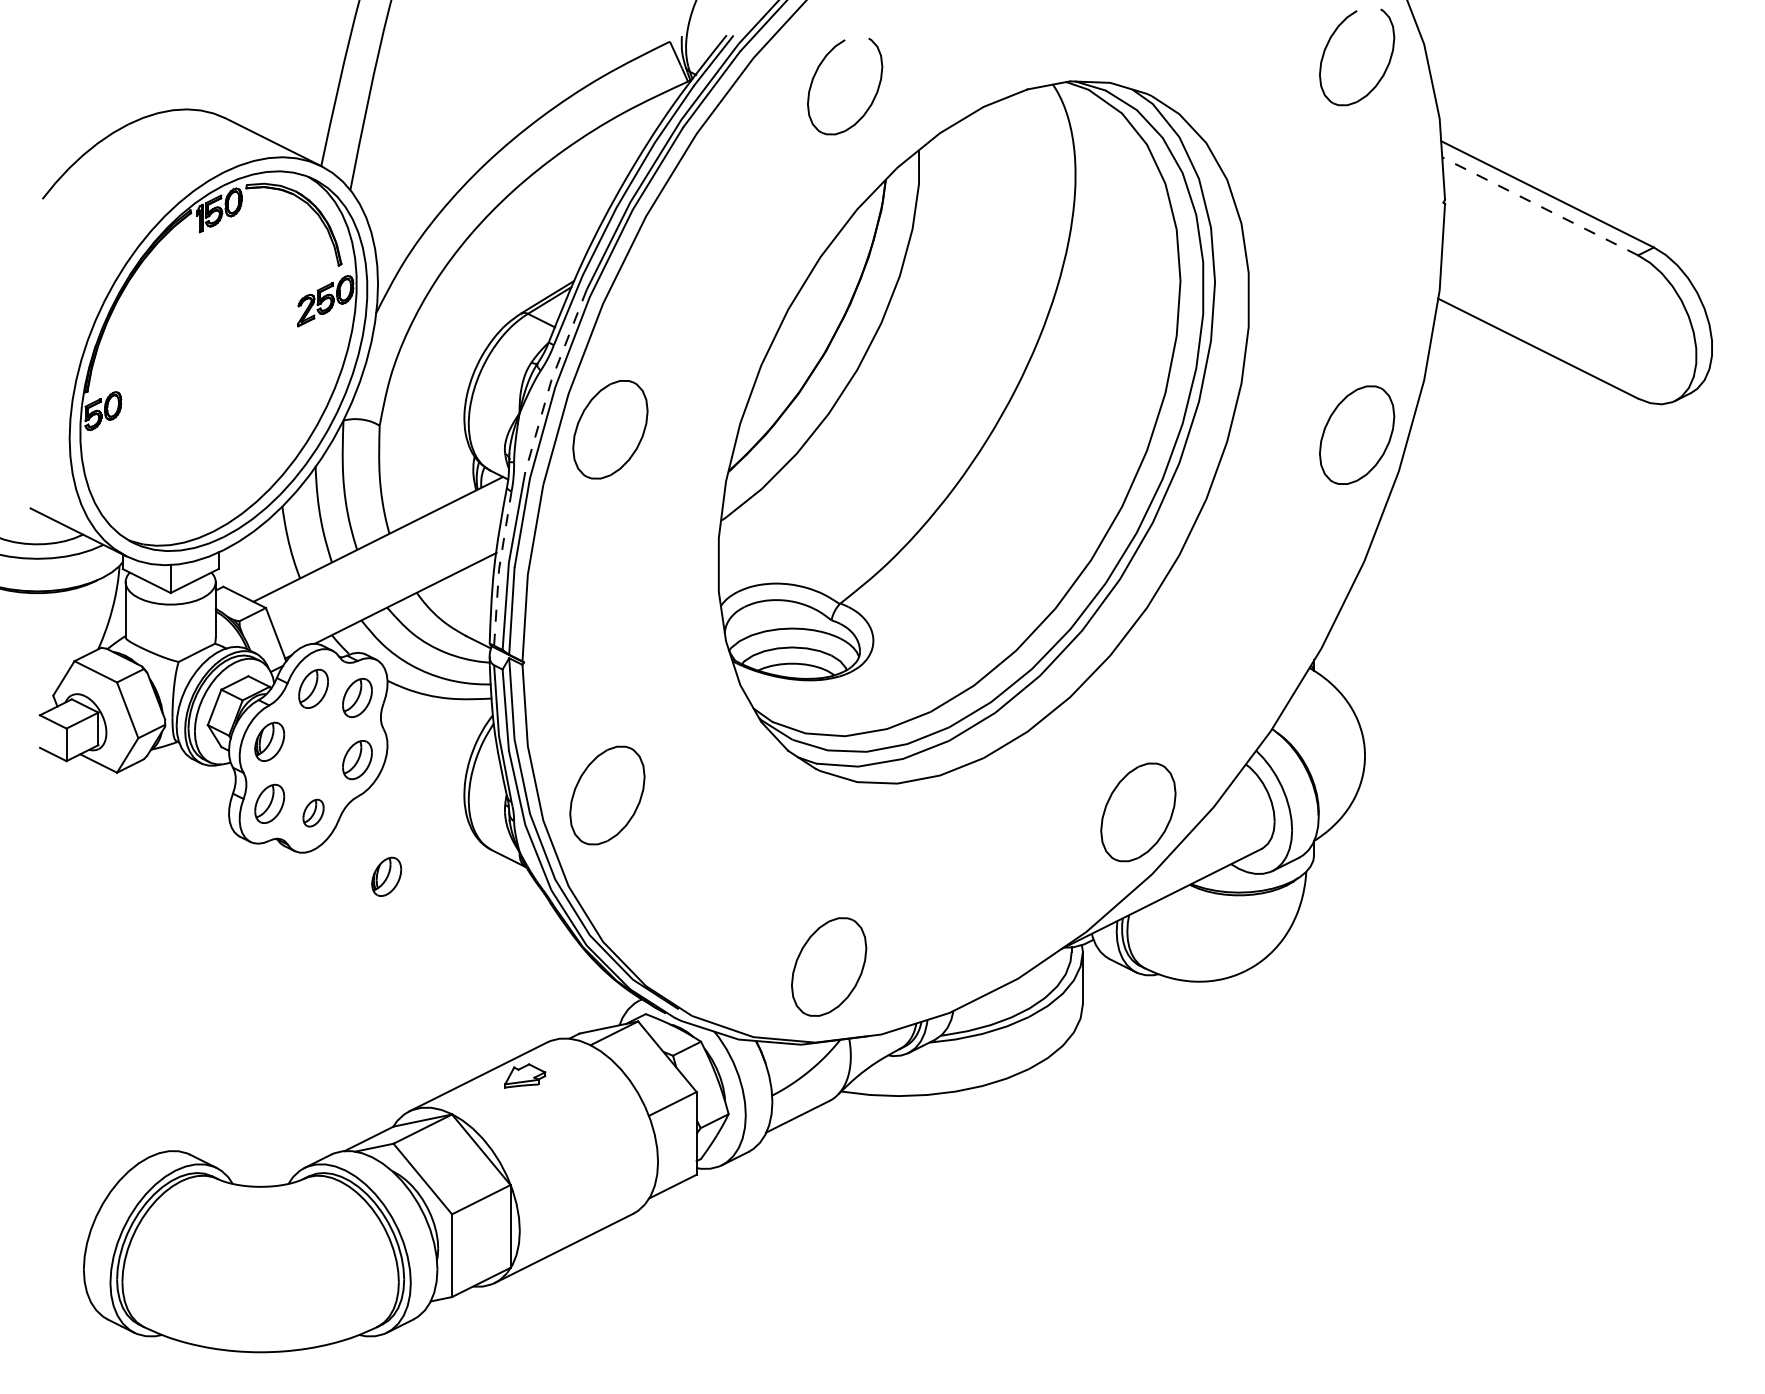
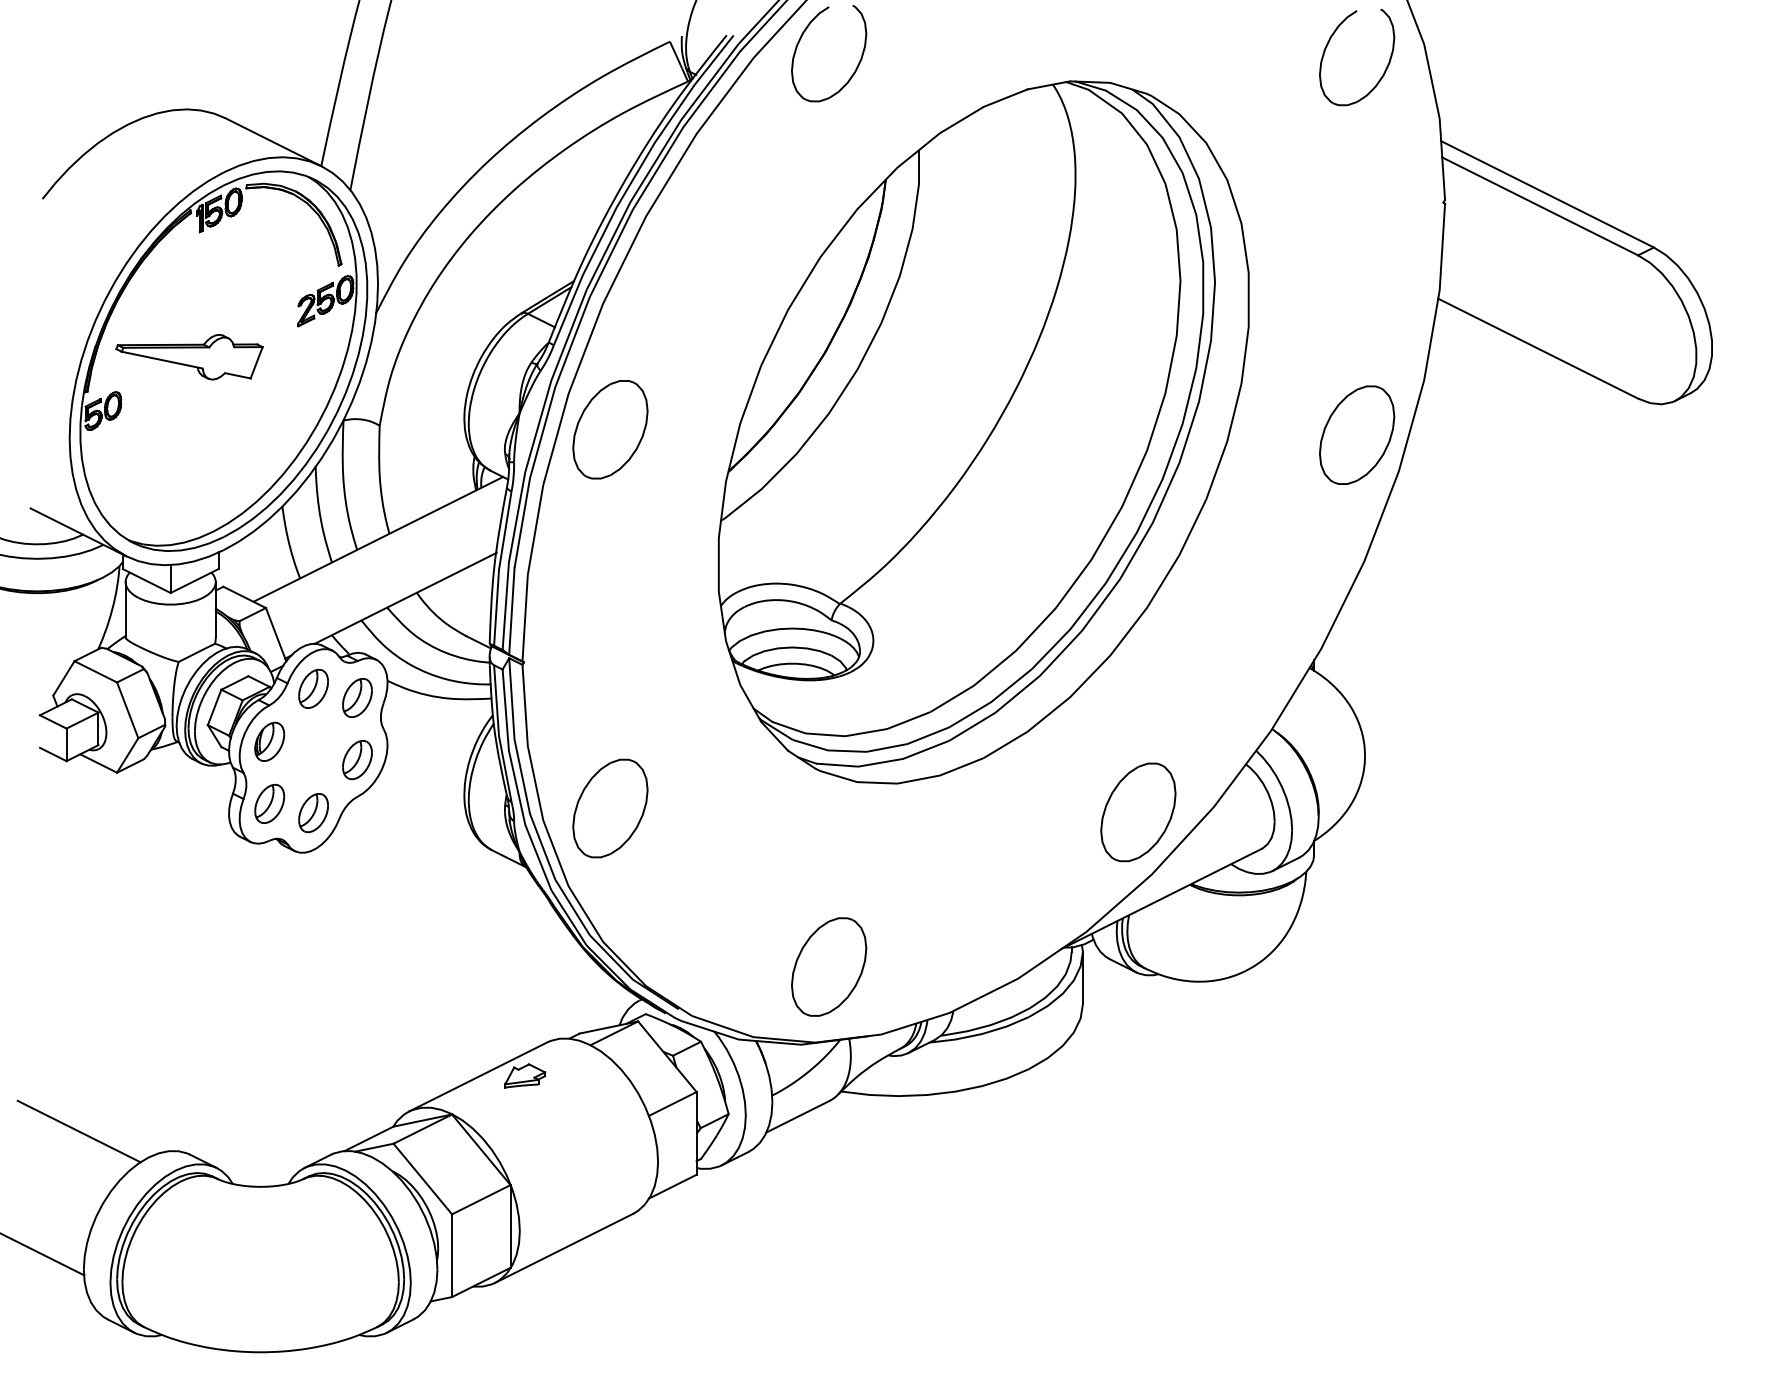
part at (872, 99) position: (872, 99) -> (856, 66)
line at (1540, 206): dashed -> solid
part at (189, 357): none -> present
line at (551, 380): dashed -> solid
line at (499, 568): dashed -> solid
part at (607, 795) position: (607, 795) -> (610, 808)
part at (313, 812) size: 23x30 px -> 31x41 px
part at (386, 876): present -> none
line at (78, 1131): none -> present
line at (43, 1254): none -> present
